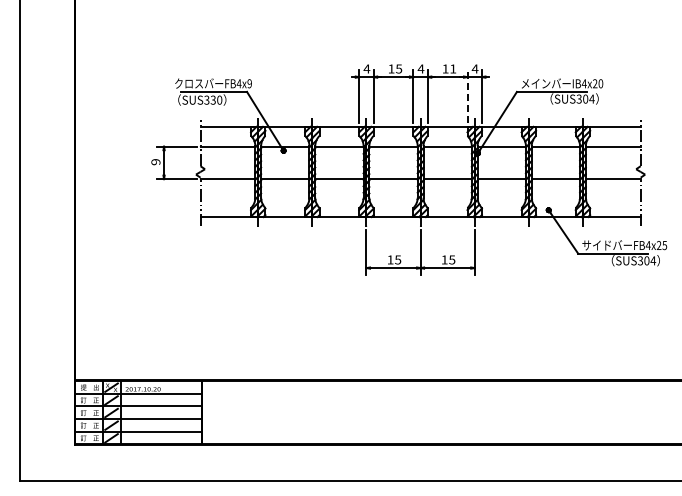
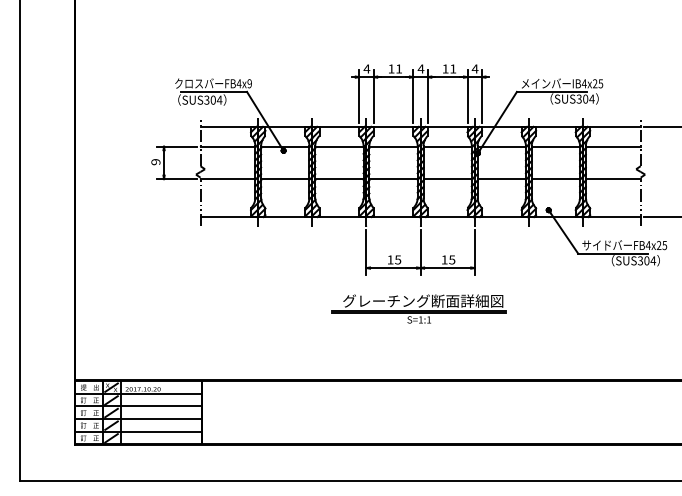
text at (399, 68): 15 -> 11
text at (600, 83): IB4x20 -> IB4x25
line at (467, 96): dashed -> solid
text at (216, 99): SUS330 -> SUS304
line at (660, 126): none -> present
line at (660, 217): none -> present
part at (418, 308): none -> present
